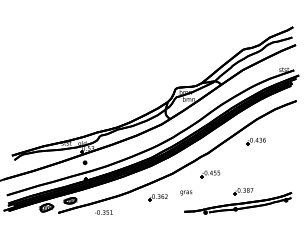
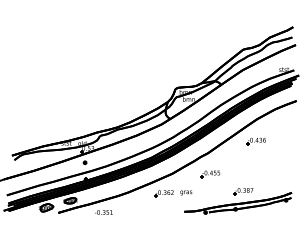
part at (157, 197) position: (157, 197) -> (163, 193)
